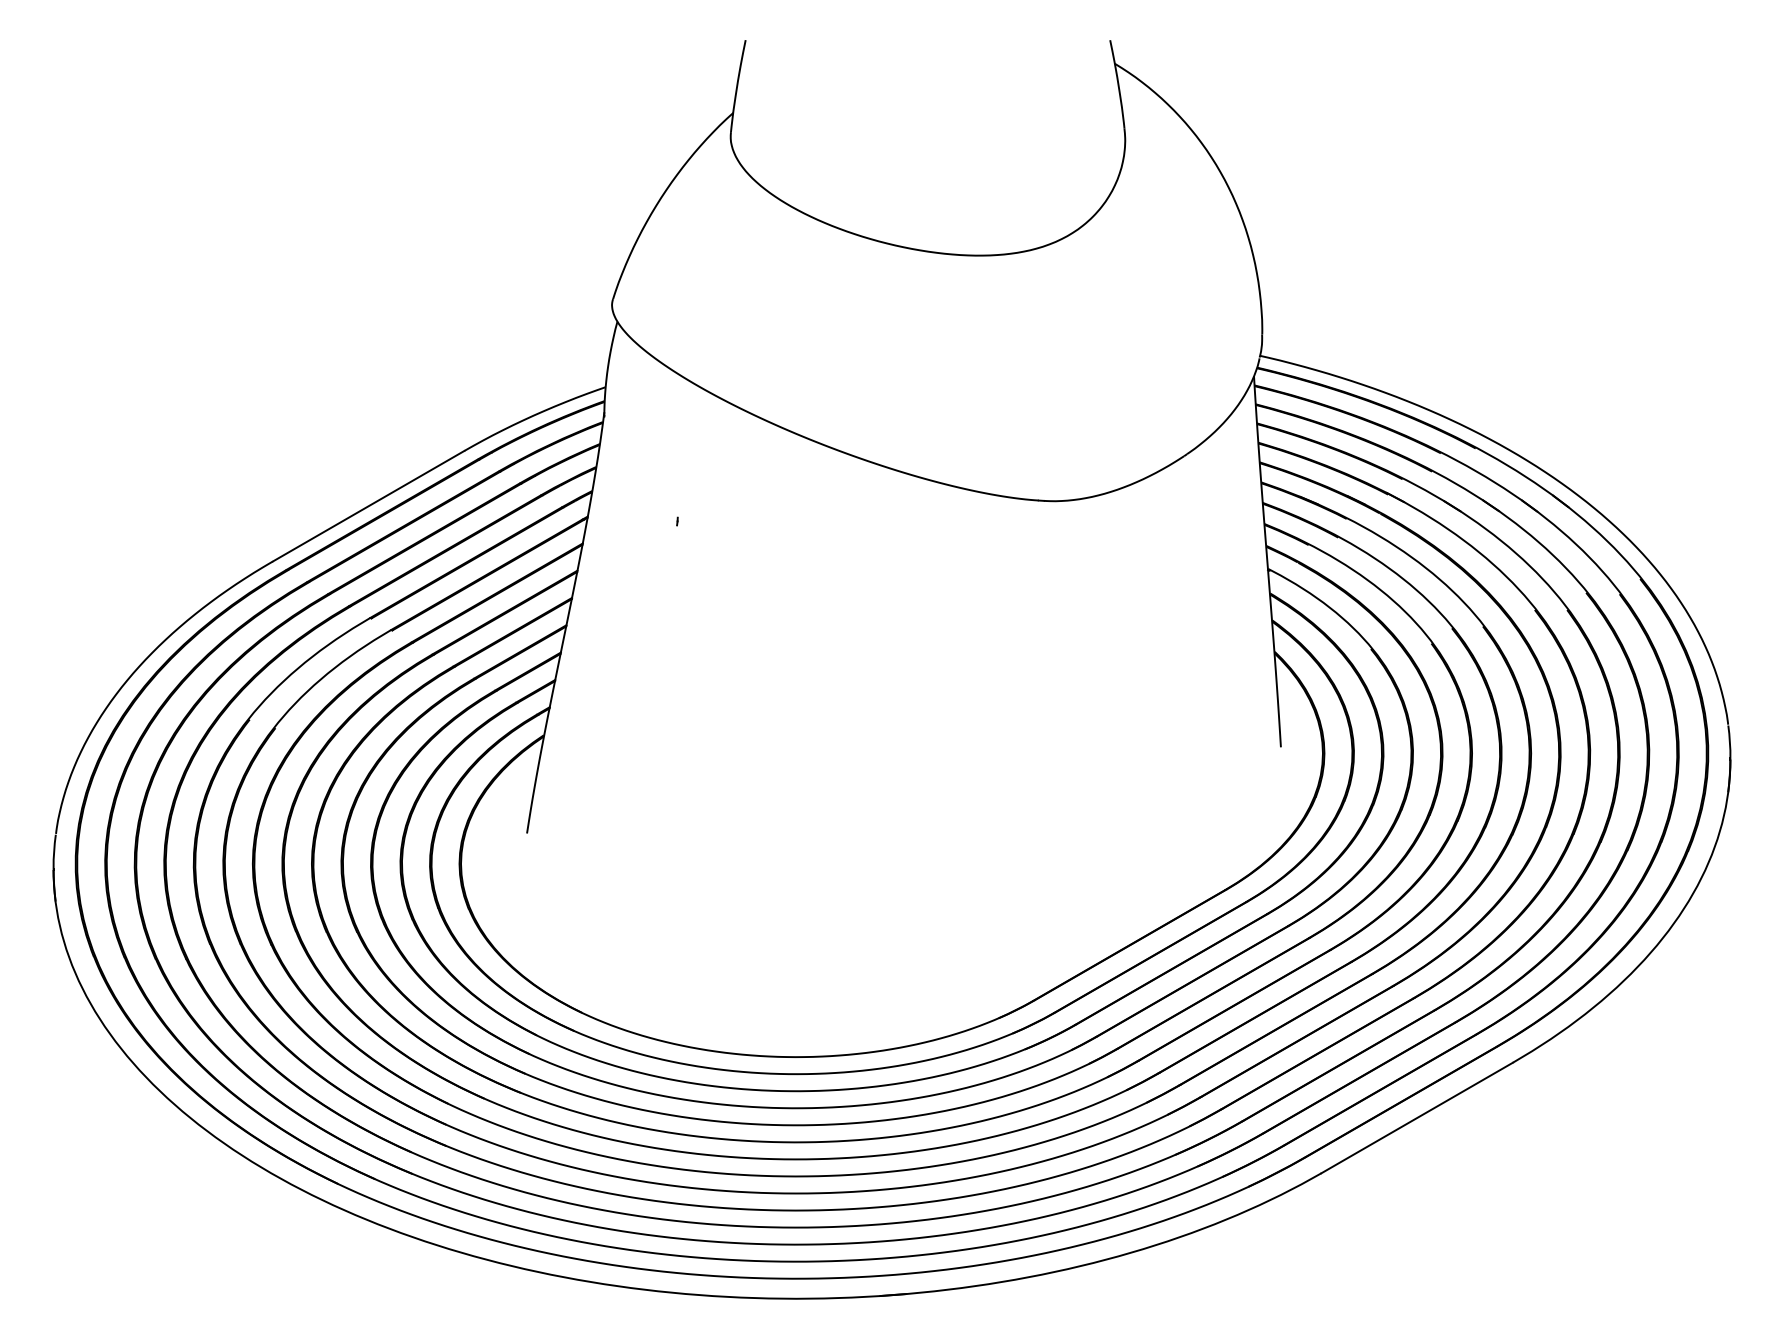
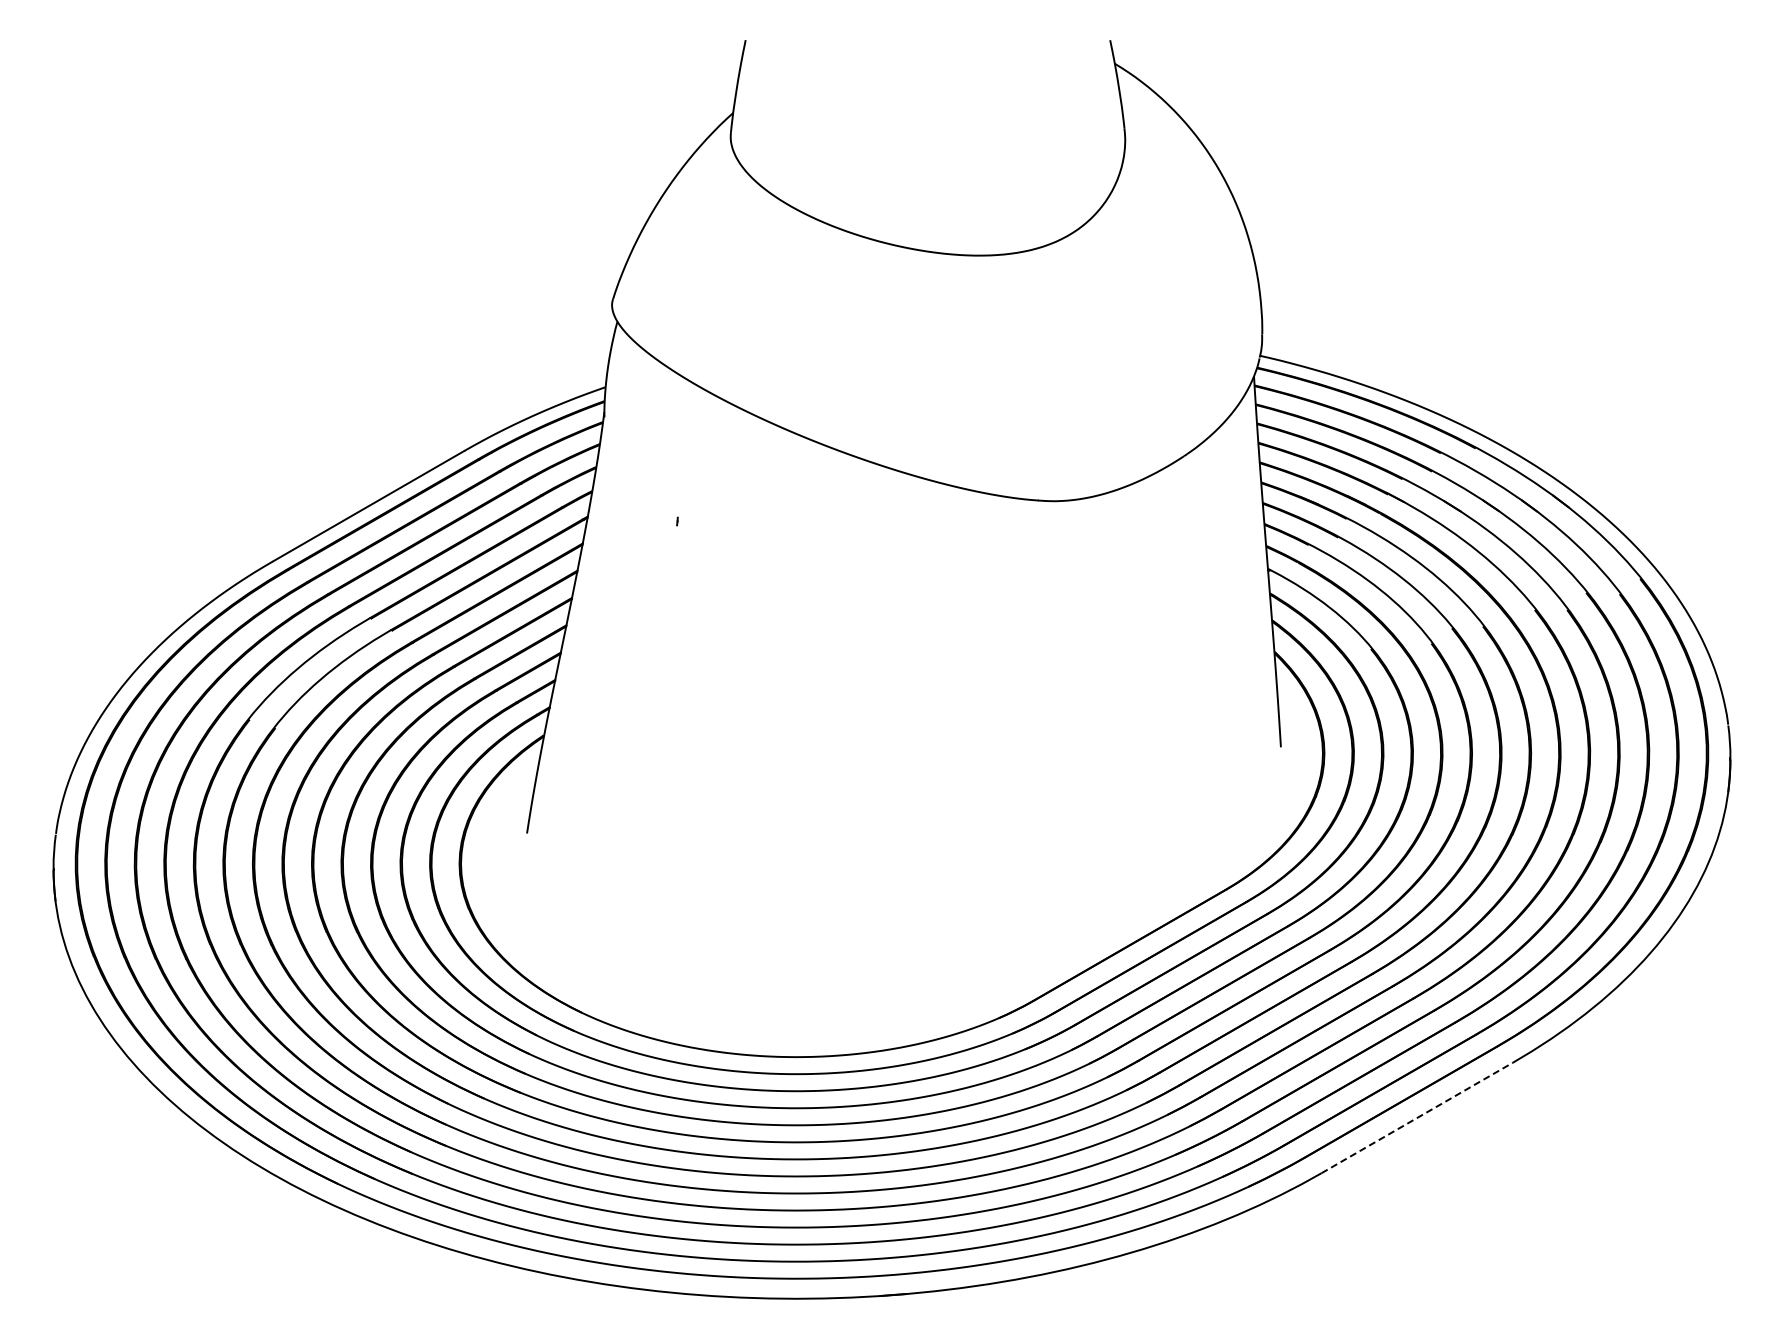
line at (1417, 1117): solid -> dashed
